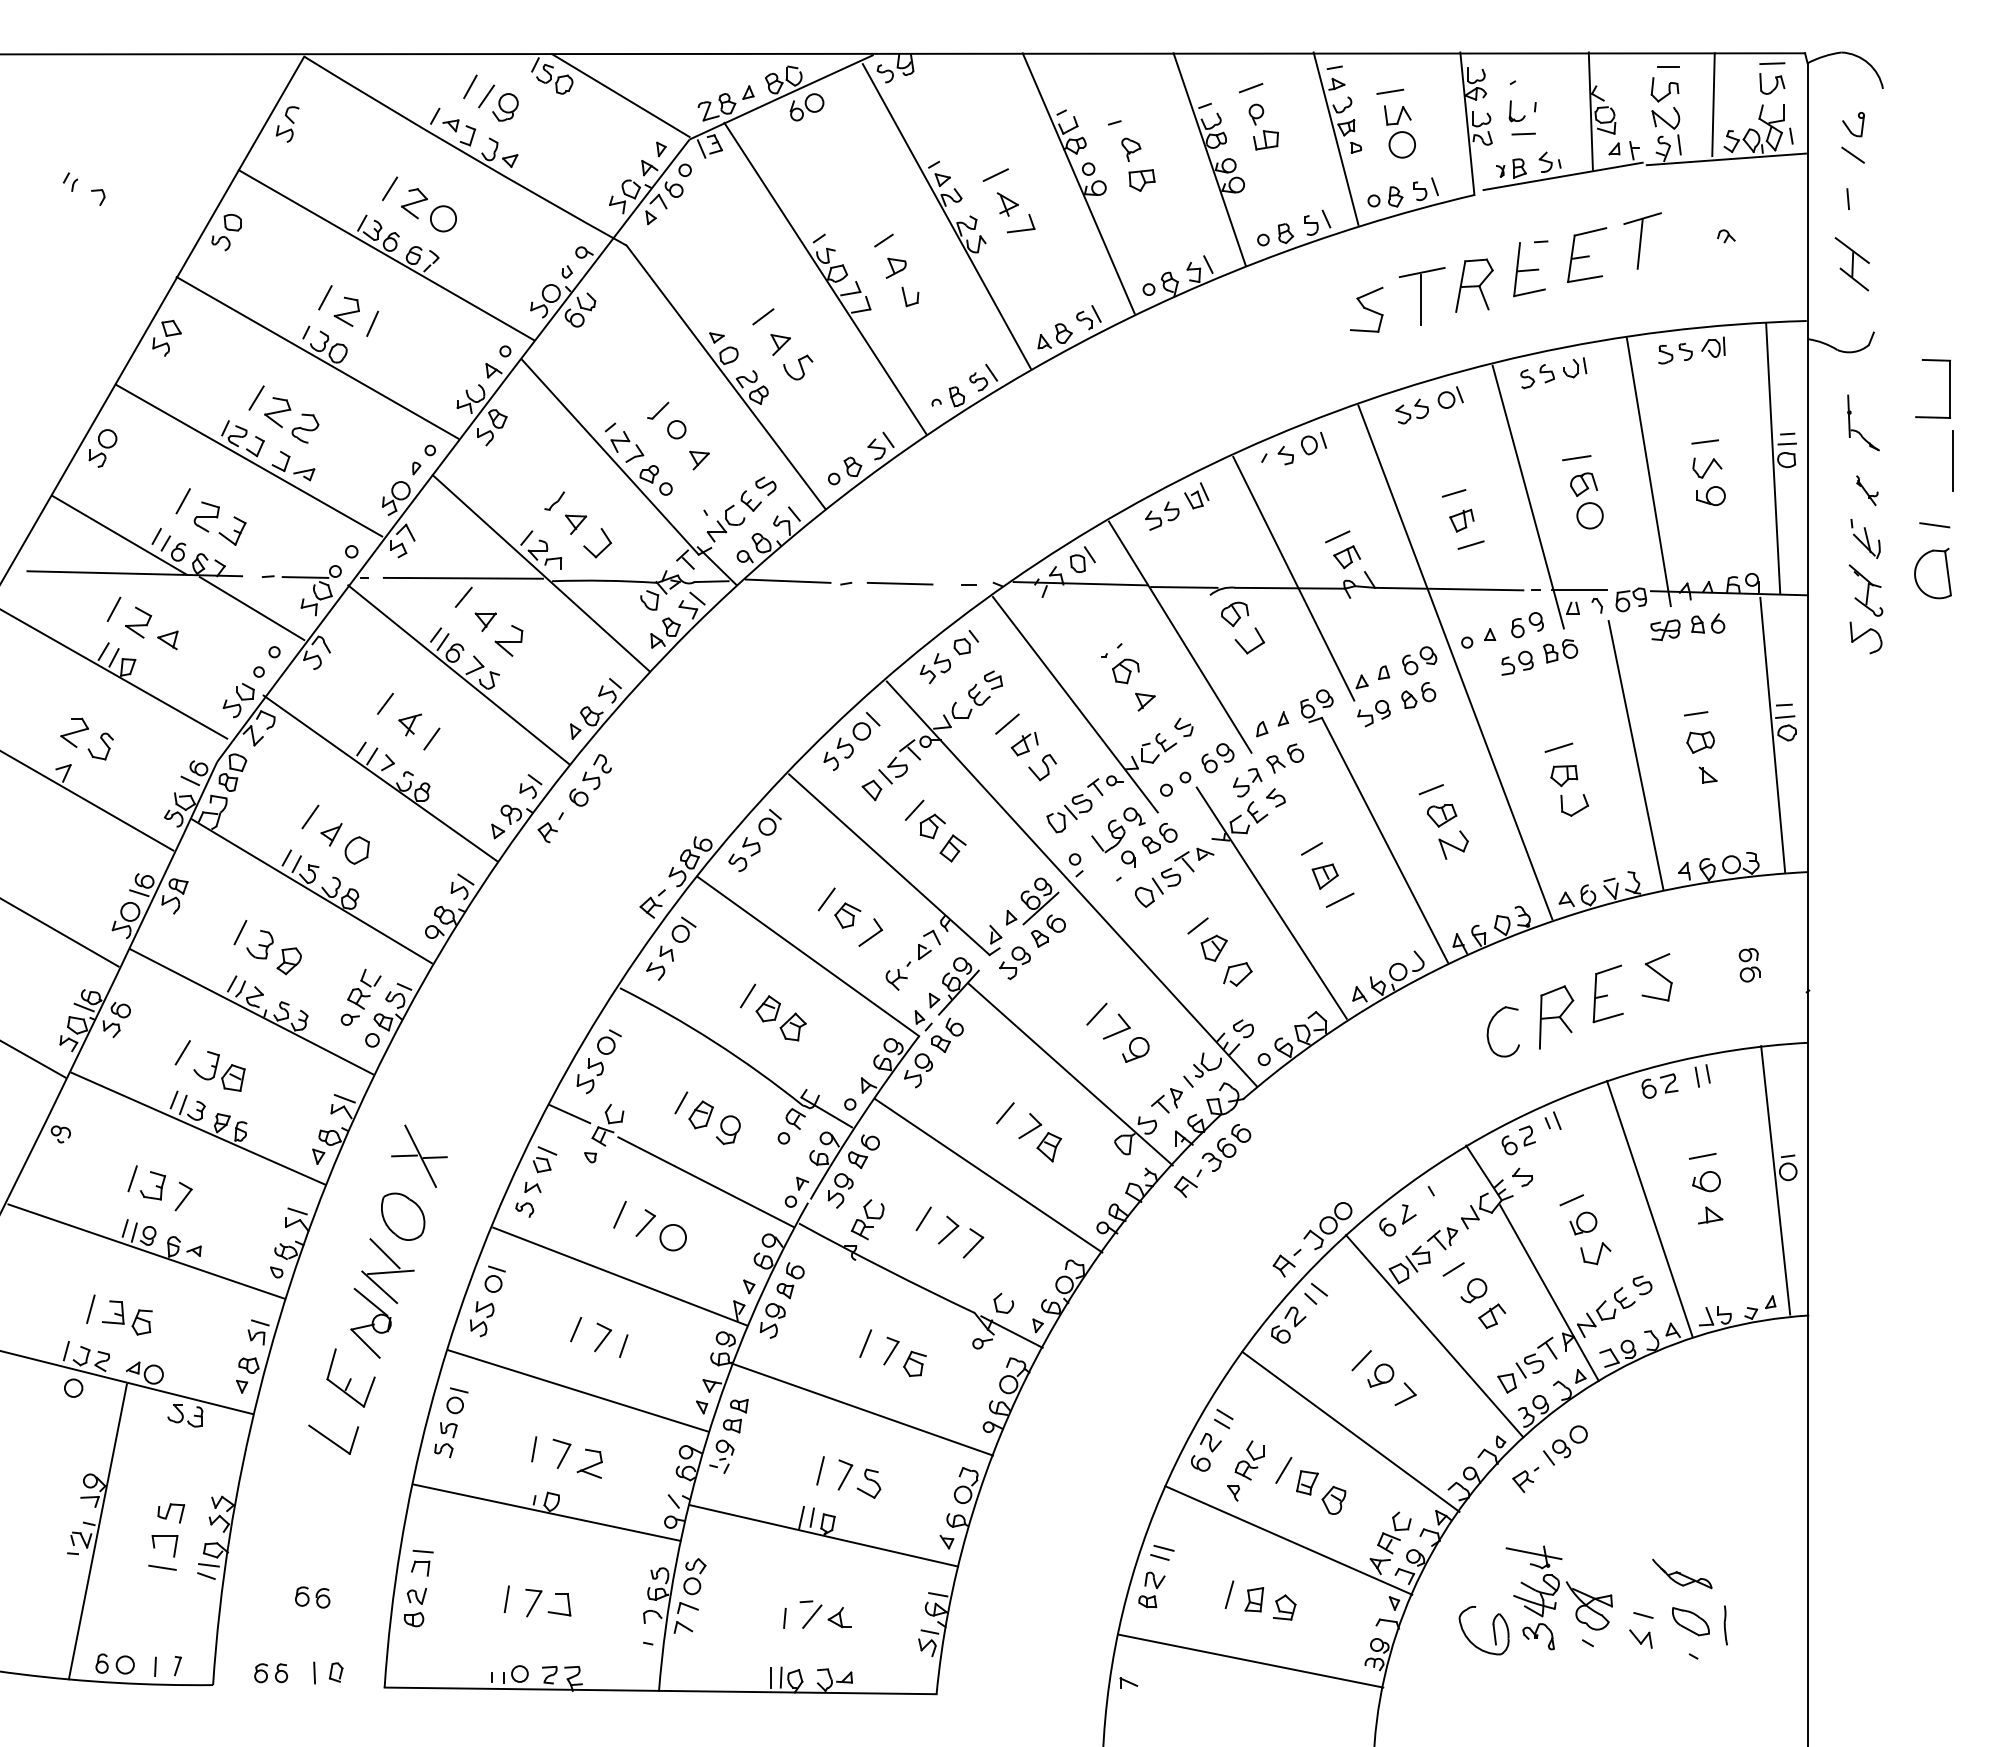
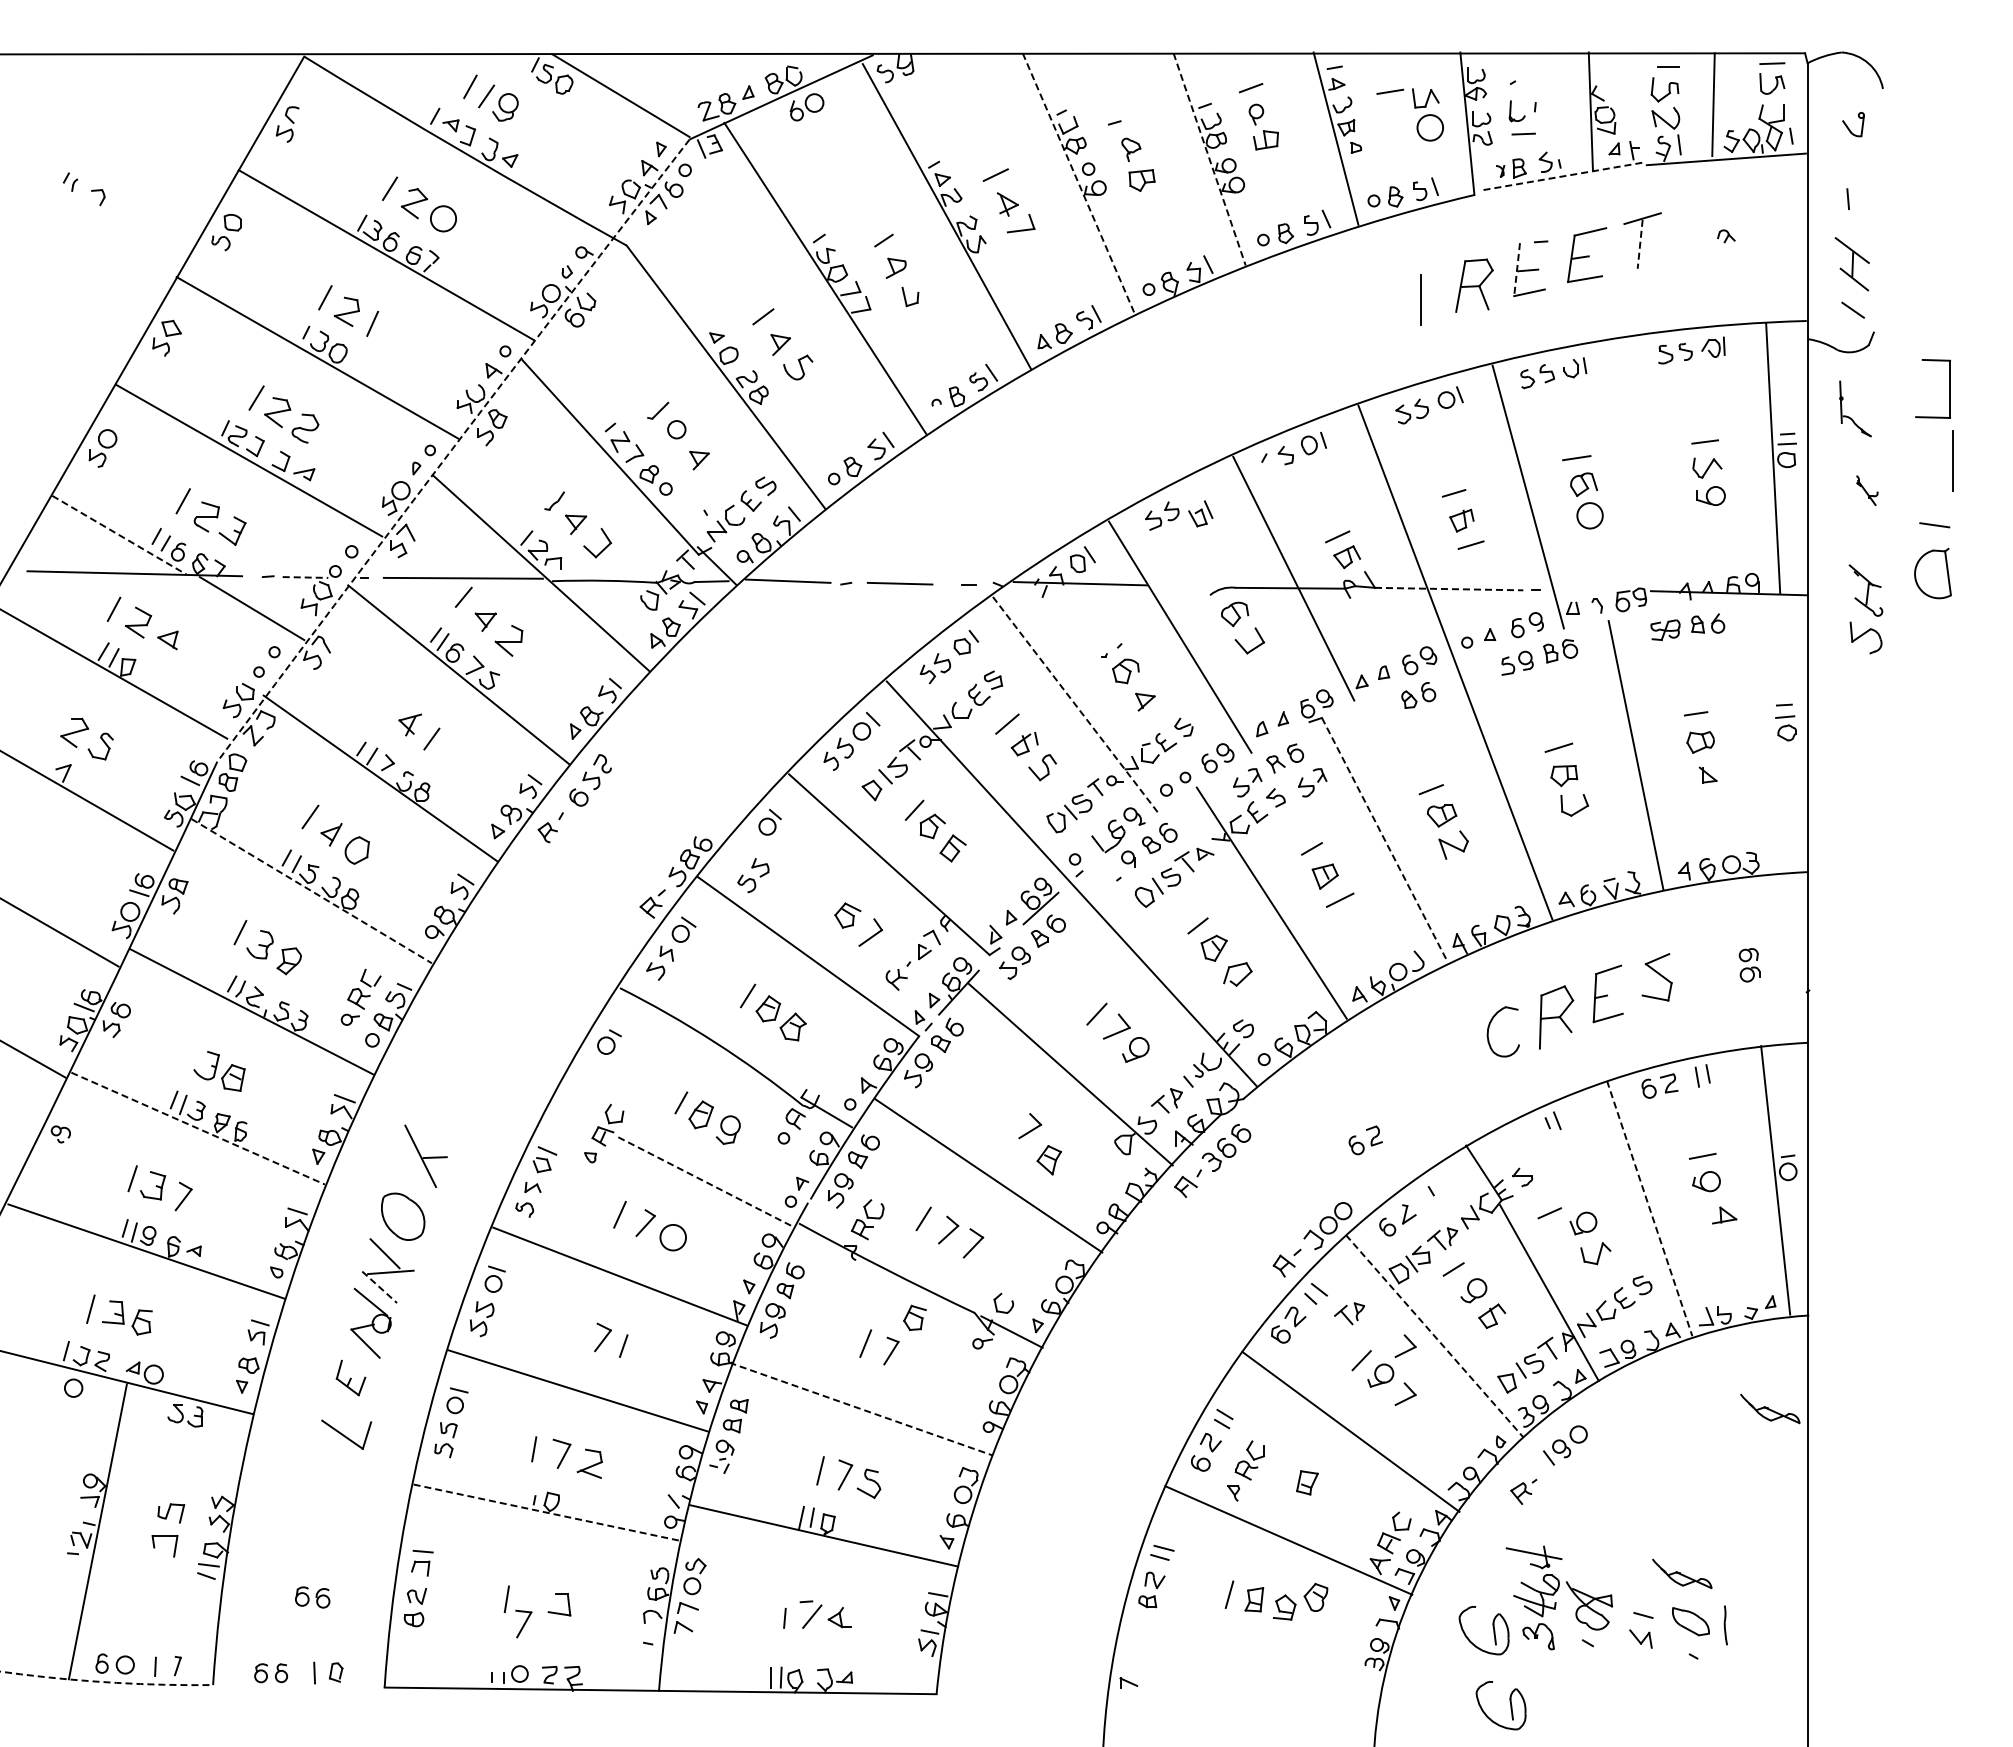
part at (1399, 131) position: (1399, 131) -> (1427, 114)
line at (1852, 154) position: (1852, 154) -> (1852, 309)
line at (1209, 159): solid -> dashed
line at (1563, 176): solid -> dashed
line at (1078, 183): solid -> dashed
line at (1640, 244): solid -> dashed
line at (1517, 269): solid -> dashed
line at (1421, 272): present -> none
part at (1366, 309): present -> none
part at (1857, 430) position: (1857, 430) -> (1849, 416)
arc at (452, 449): solid -> dashed
line at (1648, 472): present -> none
part at (1196, 495) position: (1196, 495) -> (1200, 513)
line at (119, 535): solid -> dashed
part at (1865, 538): present -> none
line at (305, 577): solid -> dashed
line at (1184, 587): present -> none
line at (1449, 589): solid -> dashed
line at (1579, 590): present -> none
line at (385, 703): present -> none
line at (1075, 704): solid -> dashed
part at (1373, 713): present -> none
line at (1772, 734): present -> none
part at (1312, 782): none -> present
line at (1384, 840): solid -> dashed
part at (744, 854) position: (744, 854) -> (753, 875)
line at (312, 891): solid -> dashed
line at (826, 899): present -> none
line at (182, 1052): present -> none
part at (589, 1076): present -> none
line at (569, 1113): present -> none
line at (1005, 1113): present -> none
line at (198, 1128): solid -> dashed
part at (1518, 1140) position: (1518, 1140) -> (1365, 1140)
part at (1048, 1147) position: (1048, 1147) -> (1048, 1160)
line at (404, 1155): present -> none
line at (706, 1182): solid -> dashed
line at (1571, 1200) position: (1571, 1200) -> (1549, 1213)
line at (1649, 1208): solid -> dashed
part at (1710, 1215) position: (1710, 1215) -> (1724, 1215)
line at (380, 1287): solid -> dashed
part at (1349, 1313): none -> present
line at (576, 1329): present -> none
line at (1434, 1336): solid -> dashed
part at (1405, 1345): none -> present
part at (914, 1363) position: (914, 1363) -> (914, 1317)
part at (350, 1377) size: 50x60 px -> 32x38 px
part at (1770, 1408): none -> present
line at (861, 1409): solid -> dashed
part at (333, 1439) position: (333, 1439) -> (346, 1434)
line at (1283, 1470): present -> none
part at (1525, 1479) position: (1525, 1479) -> (1523, 1491)
part at (1333, 1499) position: (1333, 1499) -> (1315, 1596)
line at (547, 1512): solid -> dashed
line at (162, 1567): present -> none
part at (533, 1602) position: (533, 1602) -> (523, 1623)
line at (1250, 1660): present -> none
arc at (106, 1682): solid -> dashed
part at (1509, 1701): none -> present
